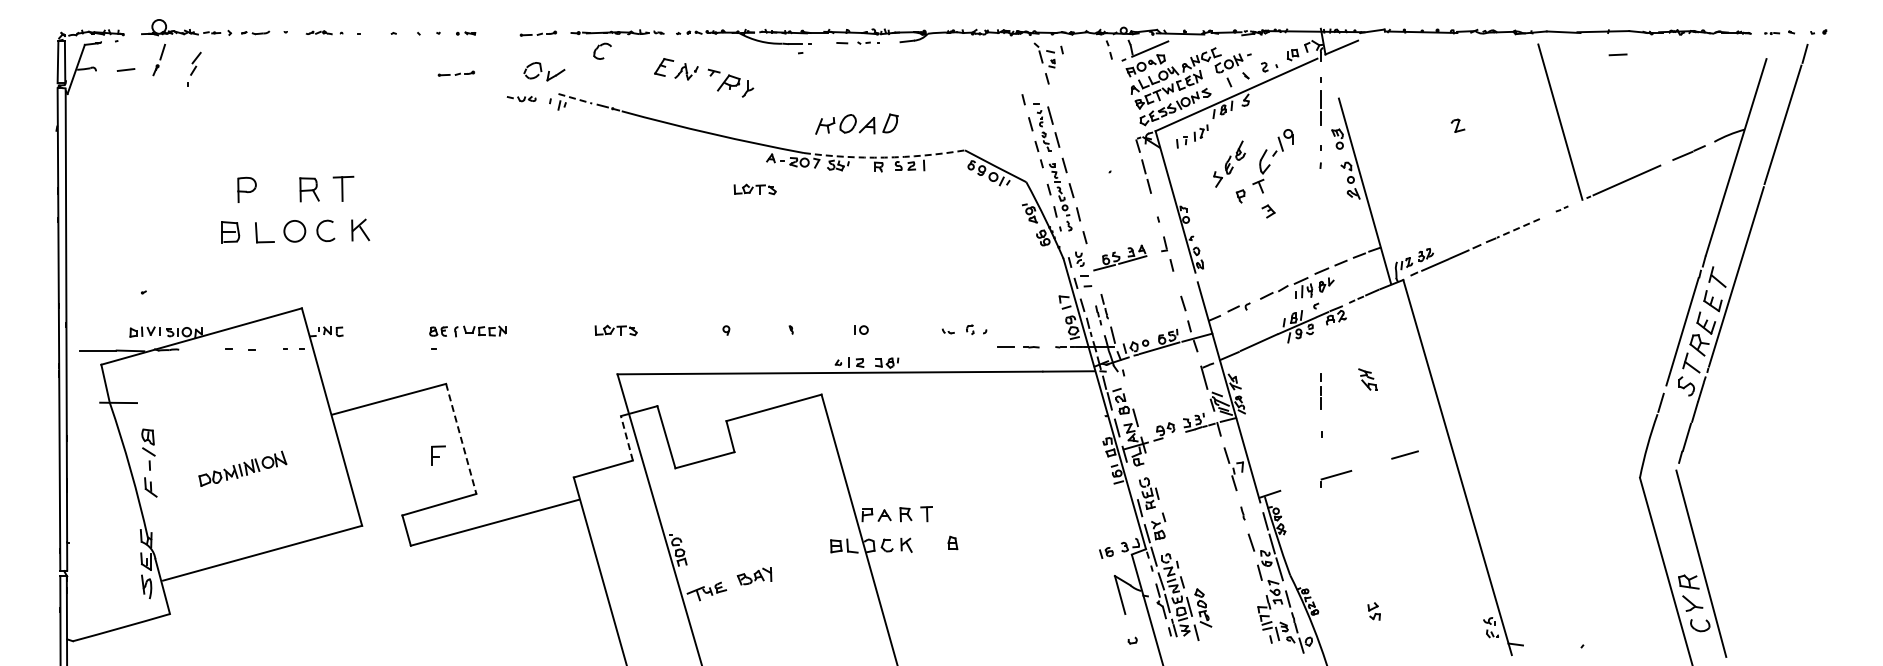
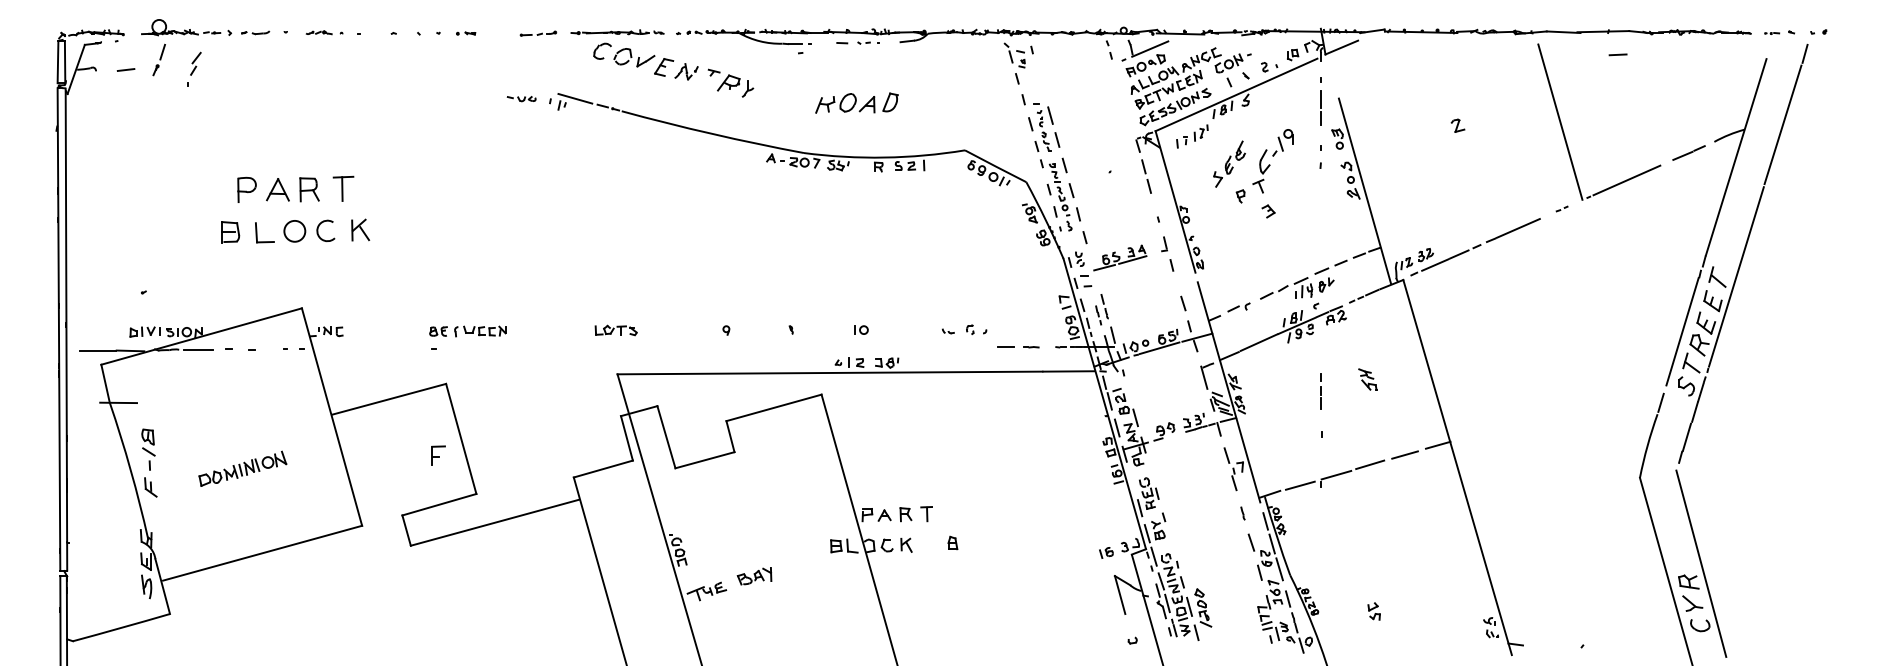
part at (1048, 63) position: (1048, 63) -> (1018, 63)
part at (544, 71) position: (544, 71) -> (634, 57)
part at (456, 73): present -> none
line at (575, 98): dashed -> solid
part at (856, 123) position: (856, 123) -> (856, 102)
arc at (884, 157): dashed -> solid
part at (277, 189): none -> present
part at (754, 189): present -> none
line at (1517, 228): dashed -> solid
line at (198, 349): none -> present
line at (626, 437): dashed -> solid
line at (461, 439): dashed -> solid
line at (1437, 444): none -> present
line at (1370, 464): none -> present
line at (1299, 485): none -> present
